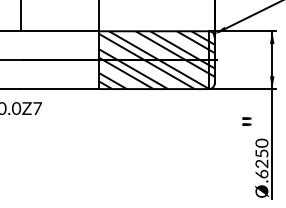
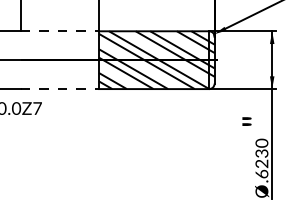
line at (60, 31): solid -> dashed
line at (60, 89): solid -> dashed
text at (261, 153): .6250 -> .6230
